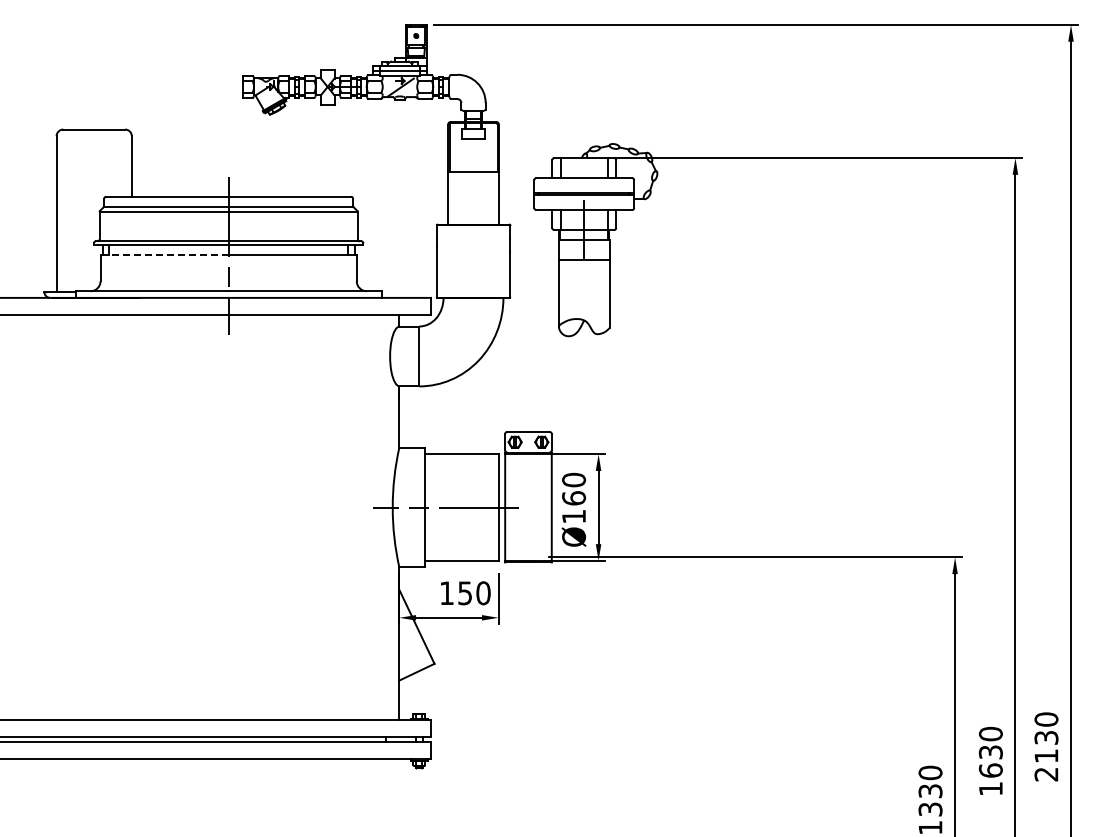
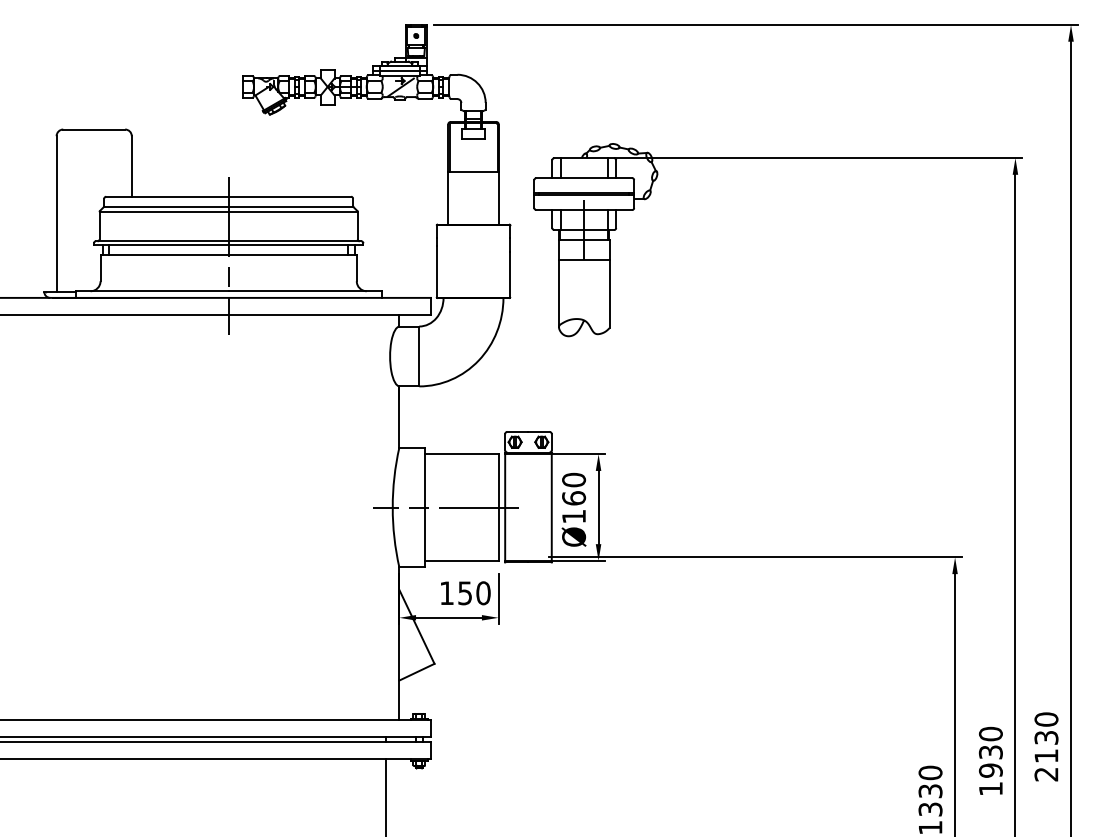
line at (165, 255): dashed -> solid
text at (990, 770): 1630 -> 1930
line at (386, 795): none -> present
